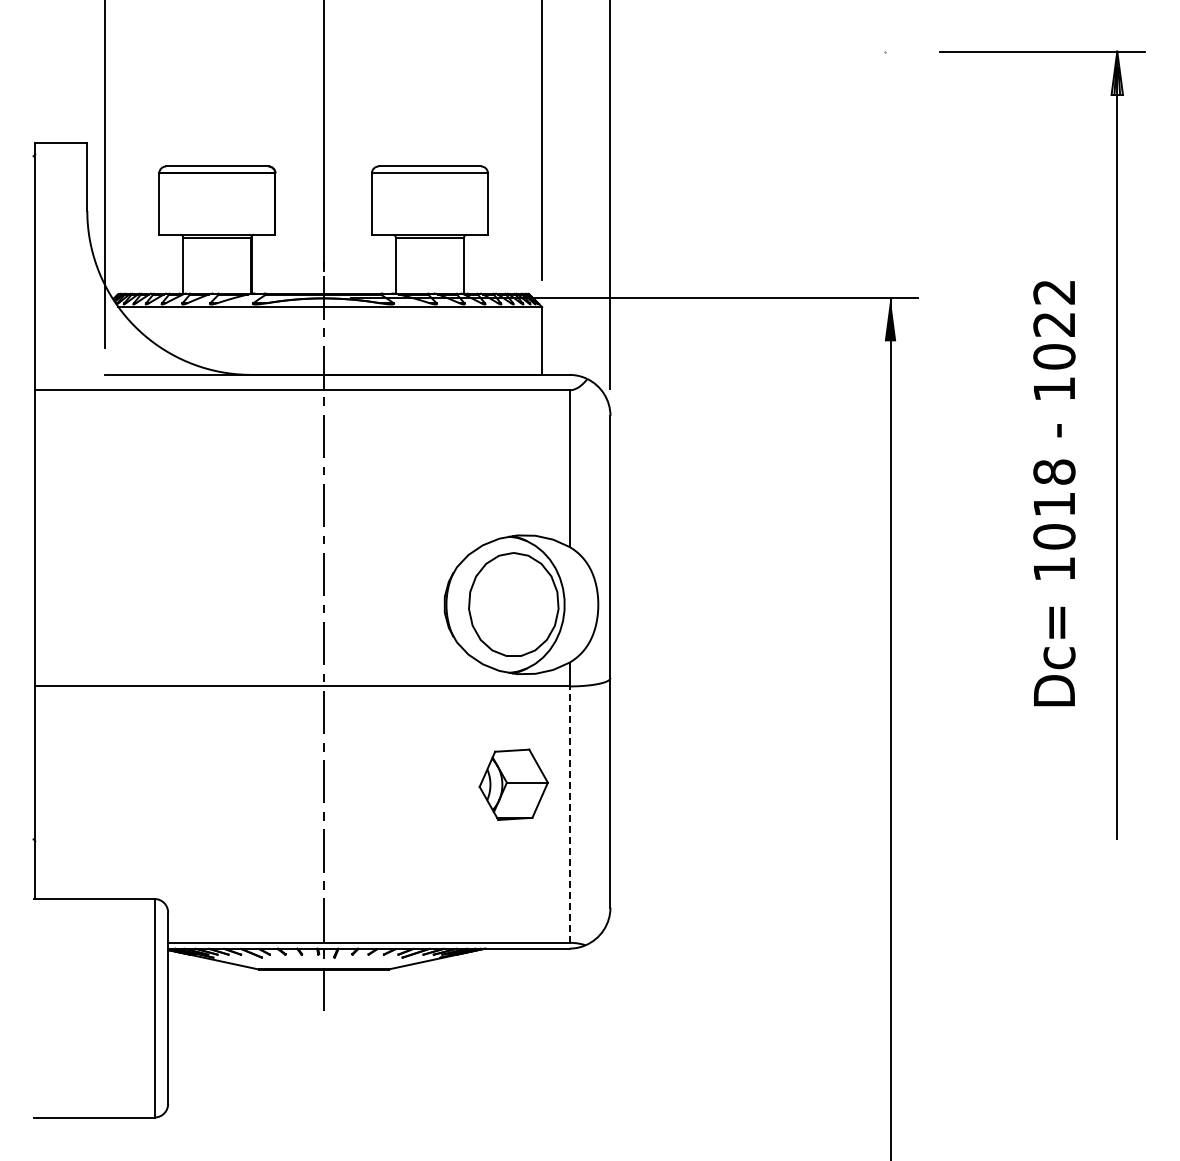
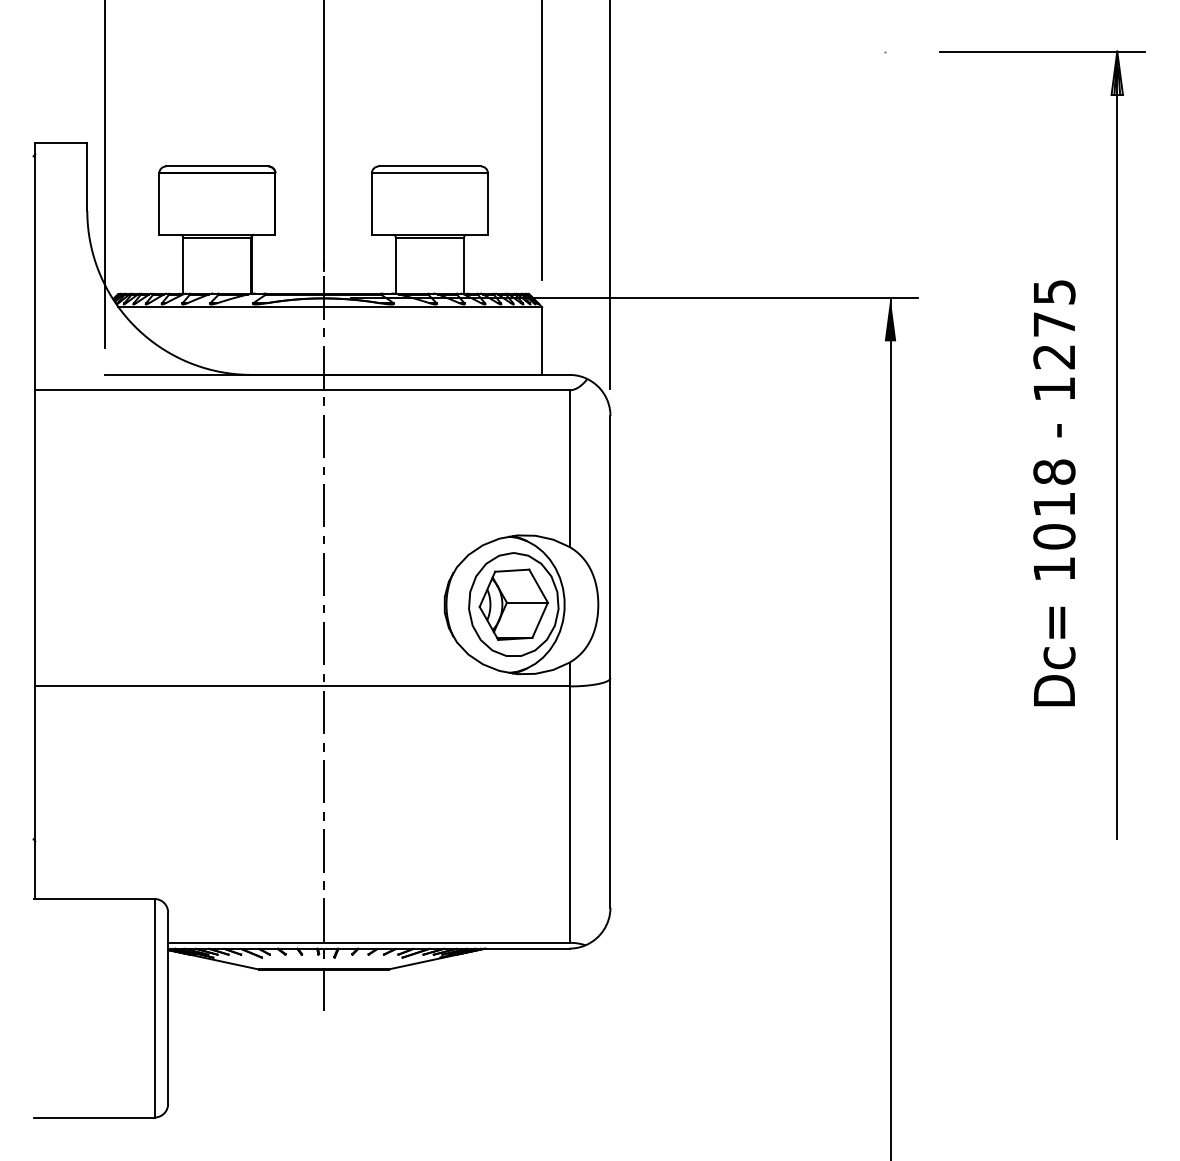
text at (1054, 324): 1022 -> 1275
part at (513, 784) position: (513, 784) -> (513, 604)
line at (569, 814): dashed -> solid
